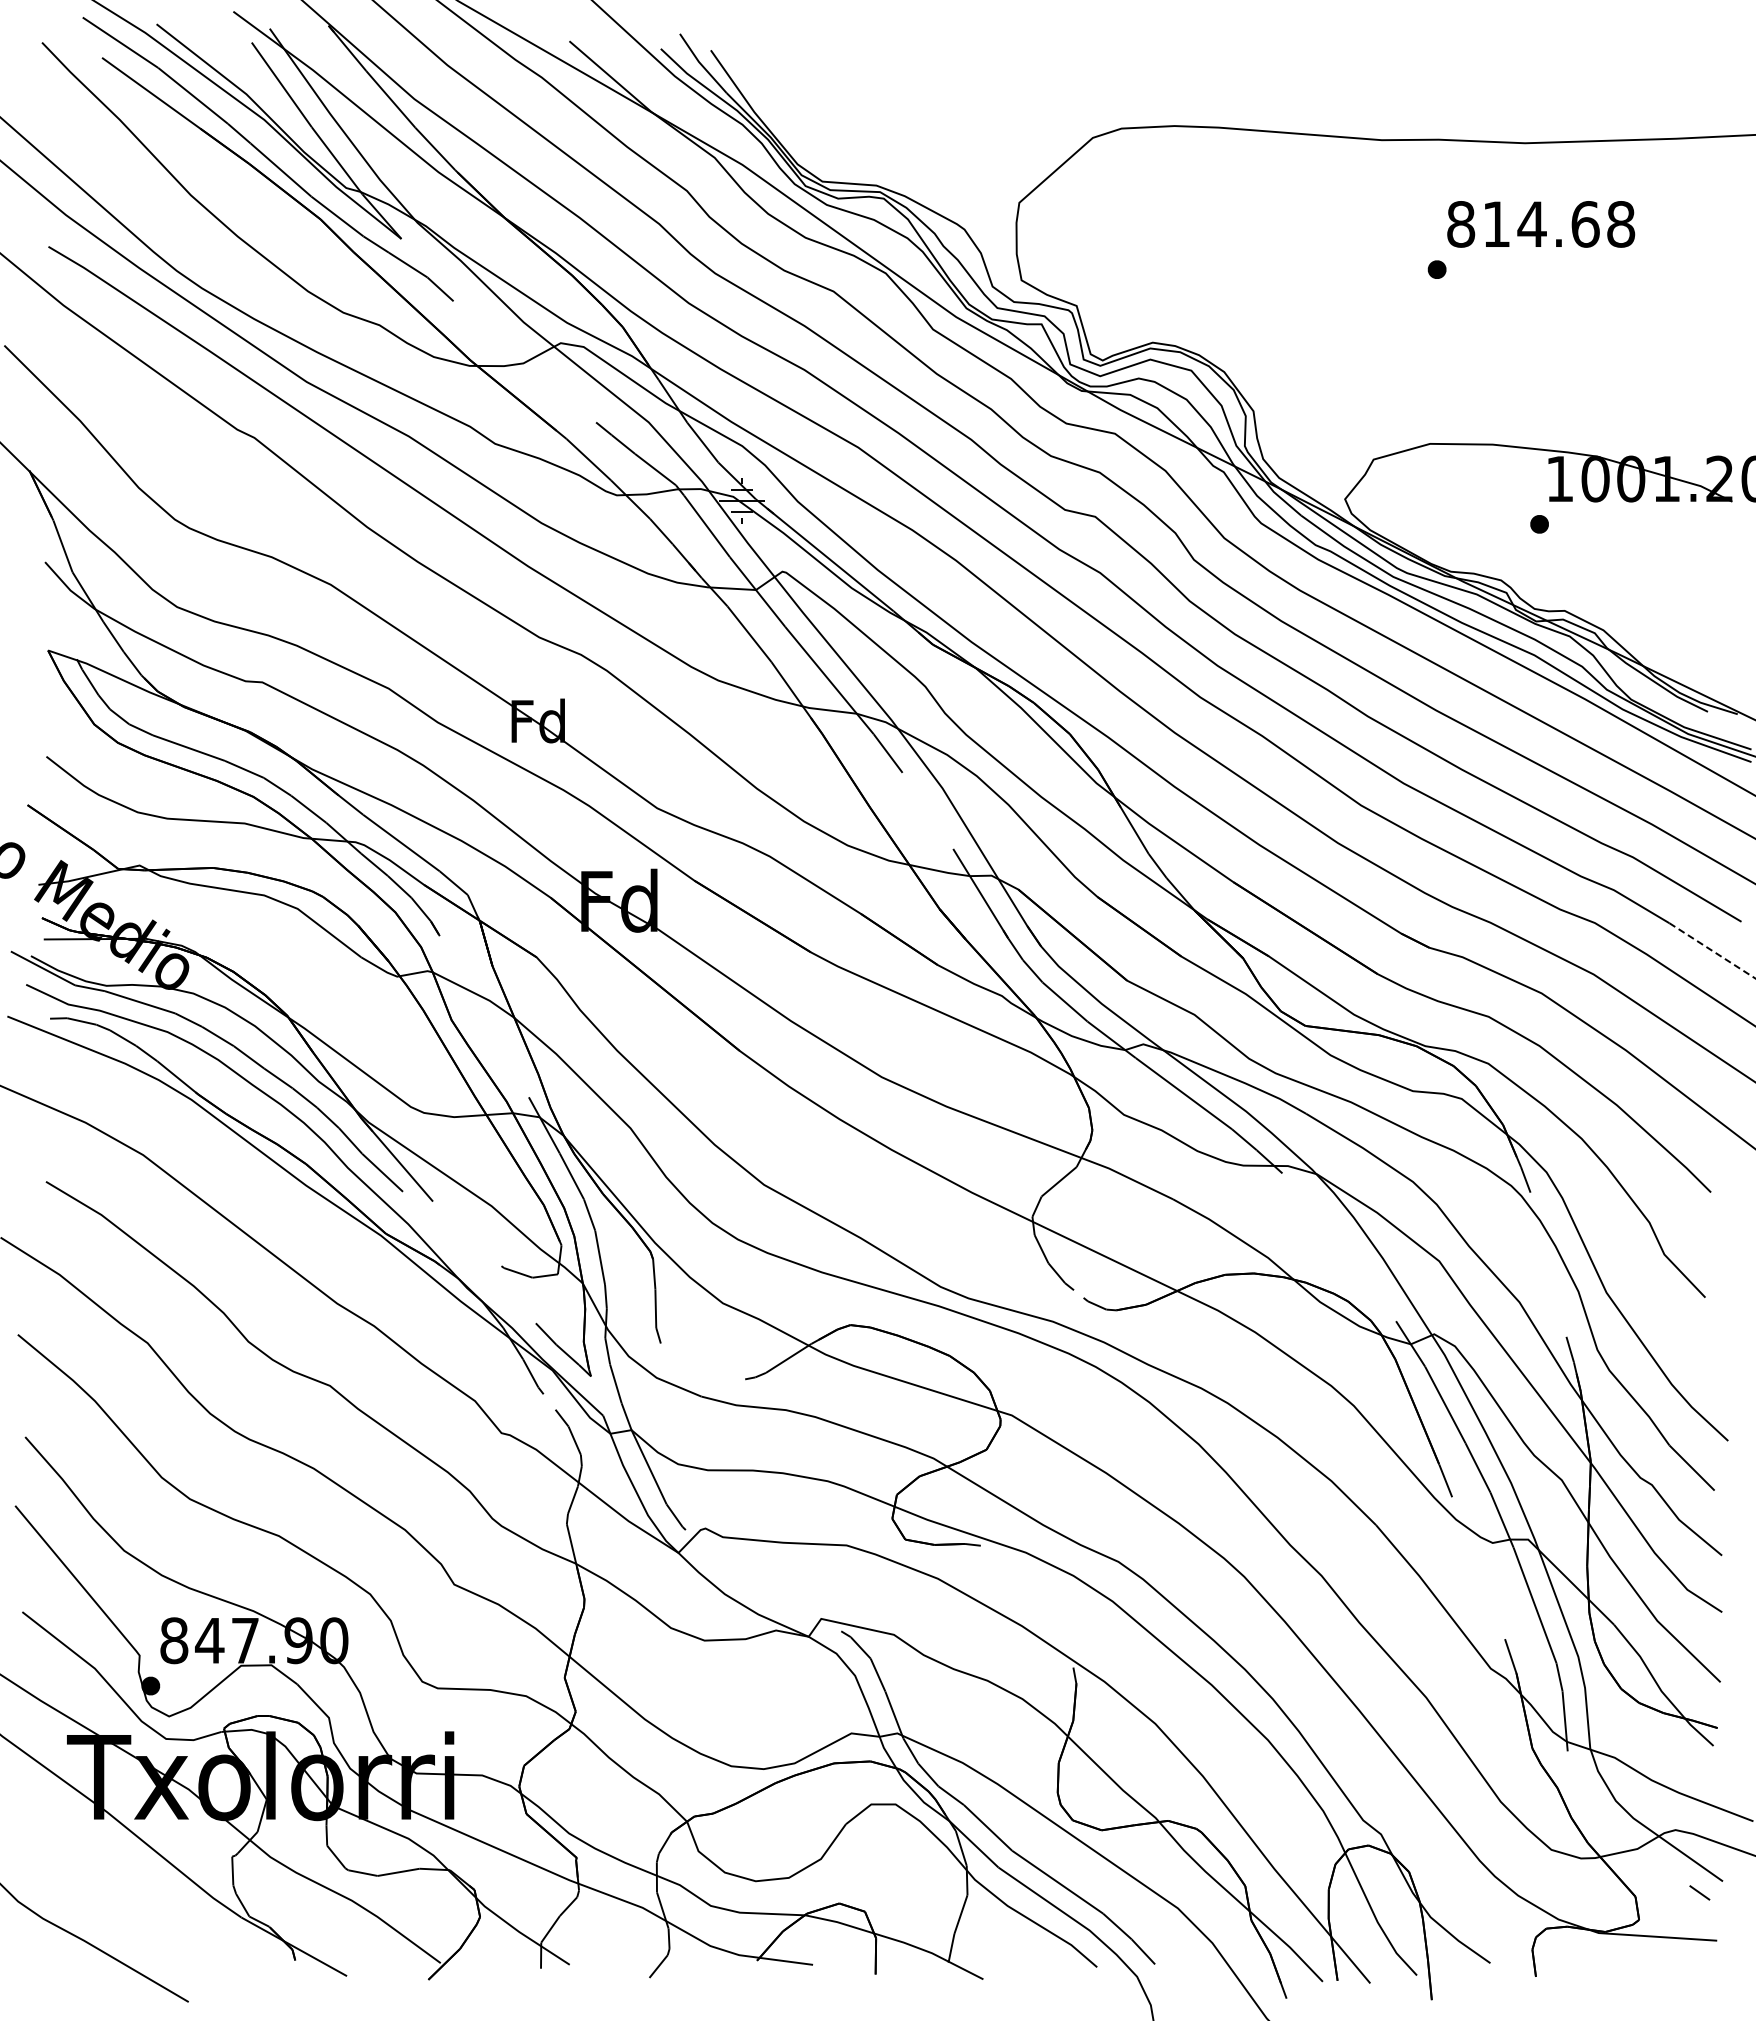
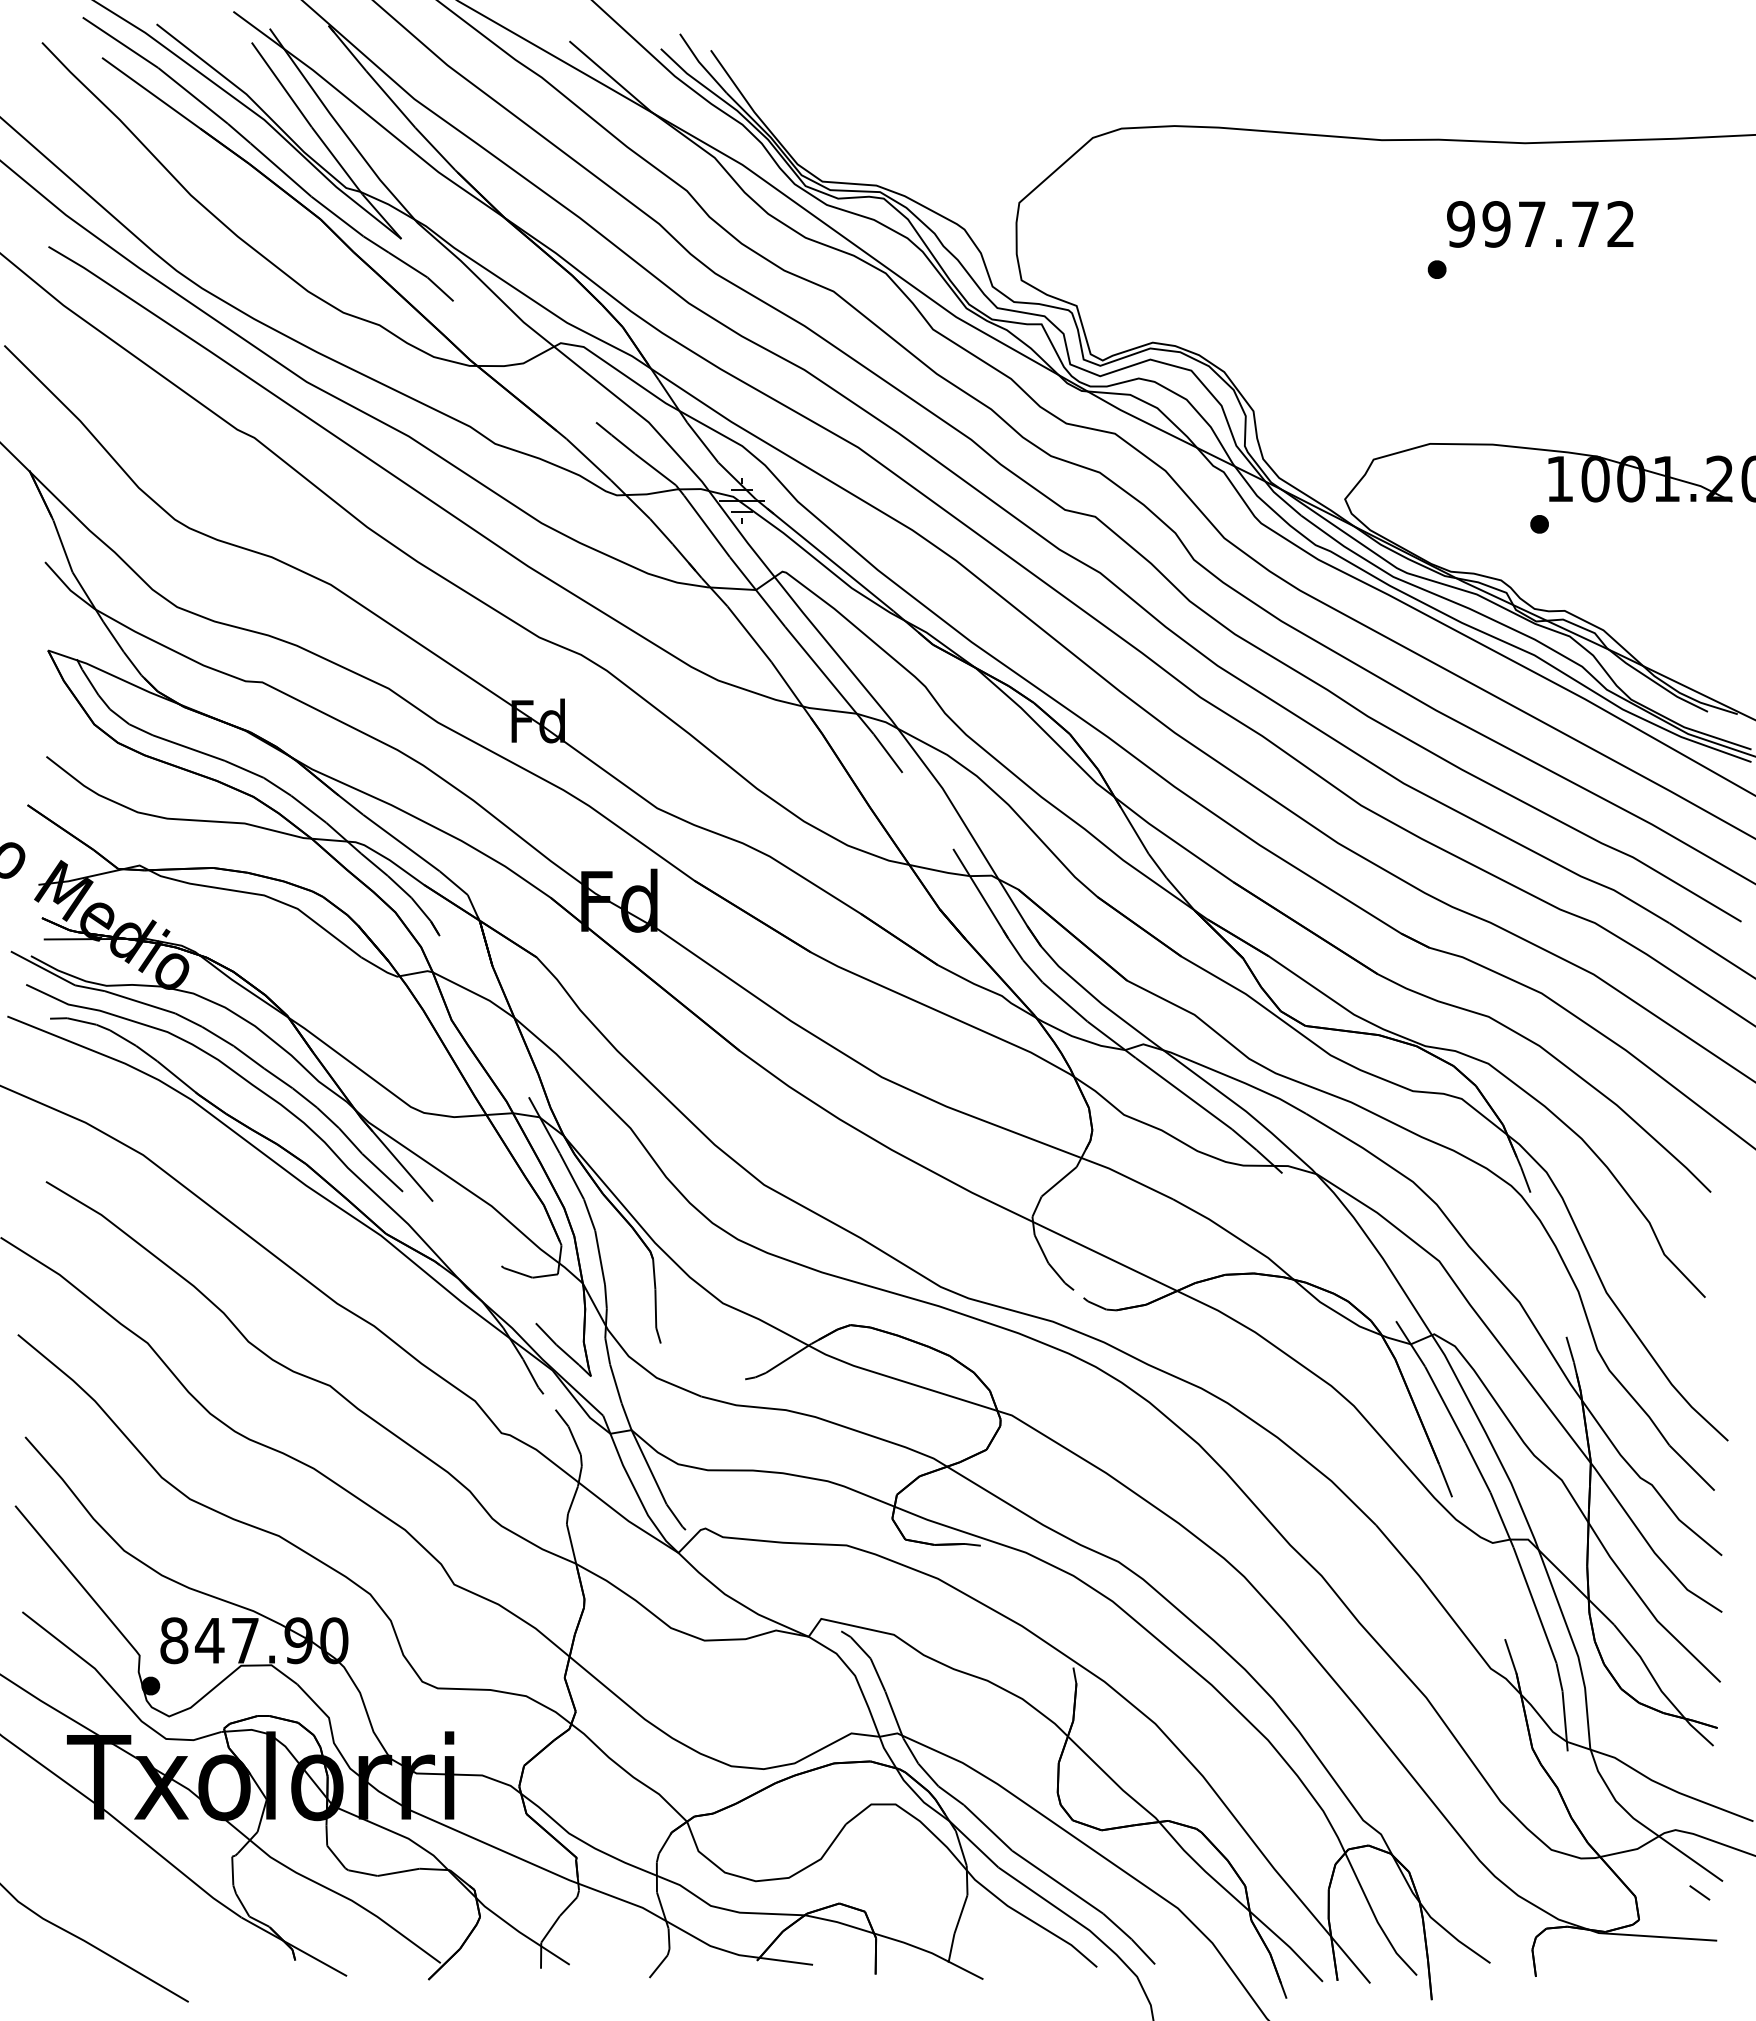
text at (1541, 224): 814.68 -> 997.72
line at (1712, 951): dashed -> solid
